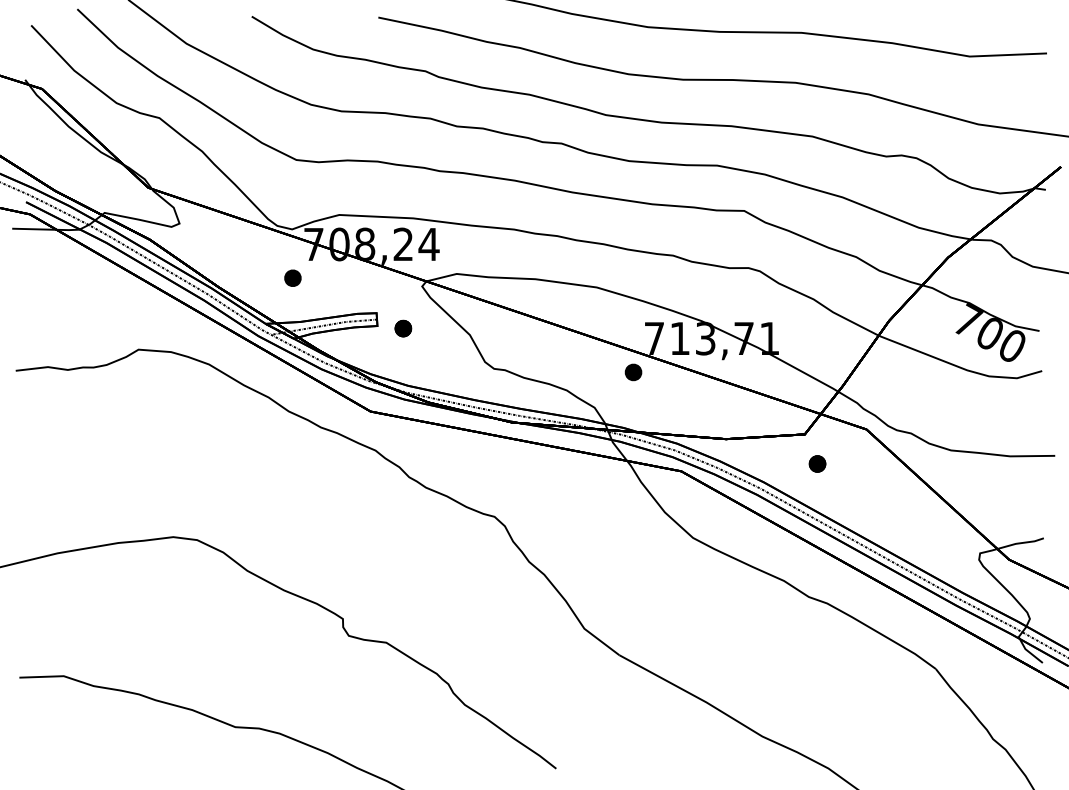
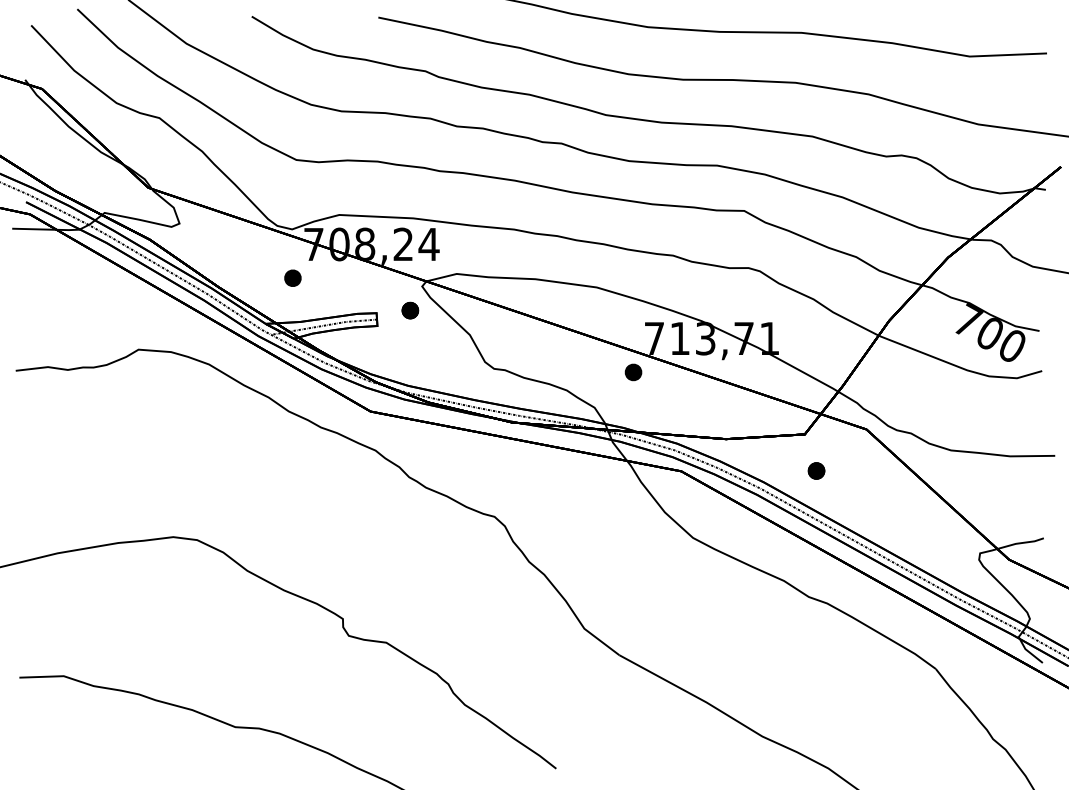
part at (403, 328) position: (403, 328) -> (410, 310)
part at (817, 463) position: (817, 463) -> (816, 470)
